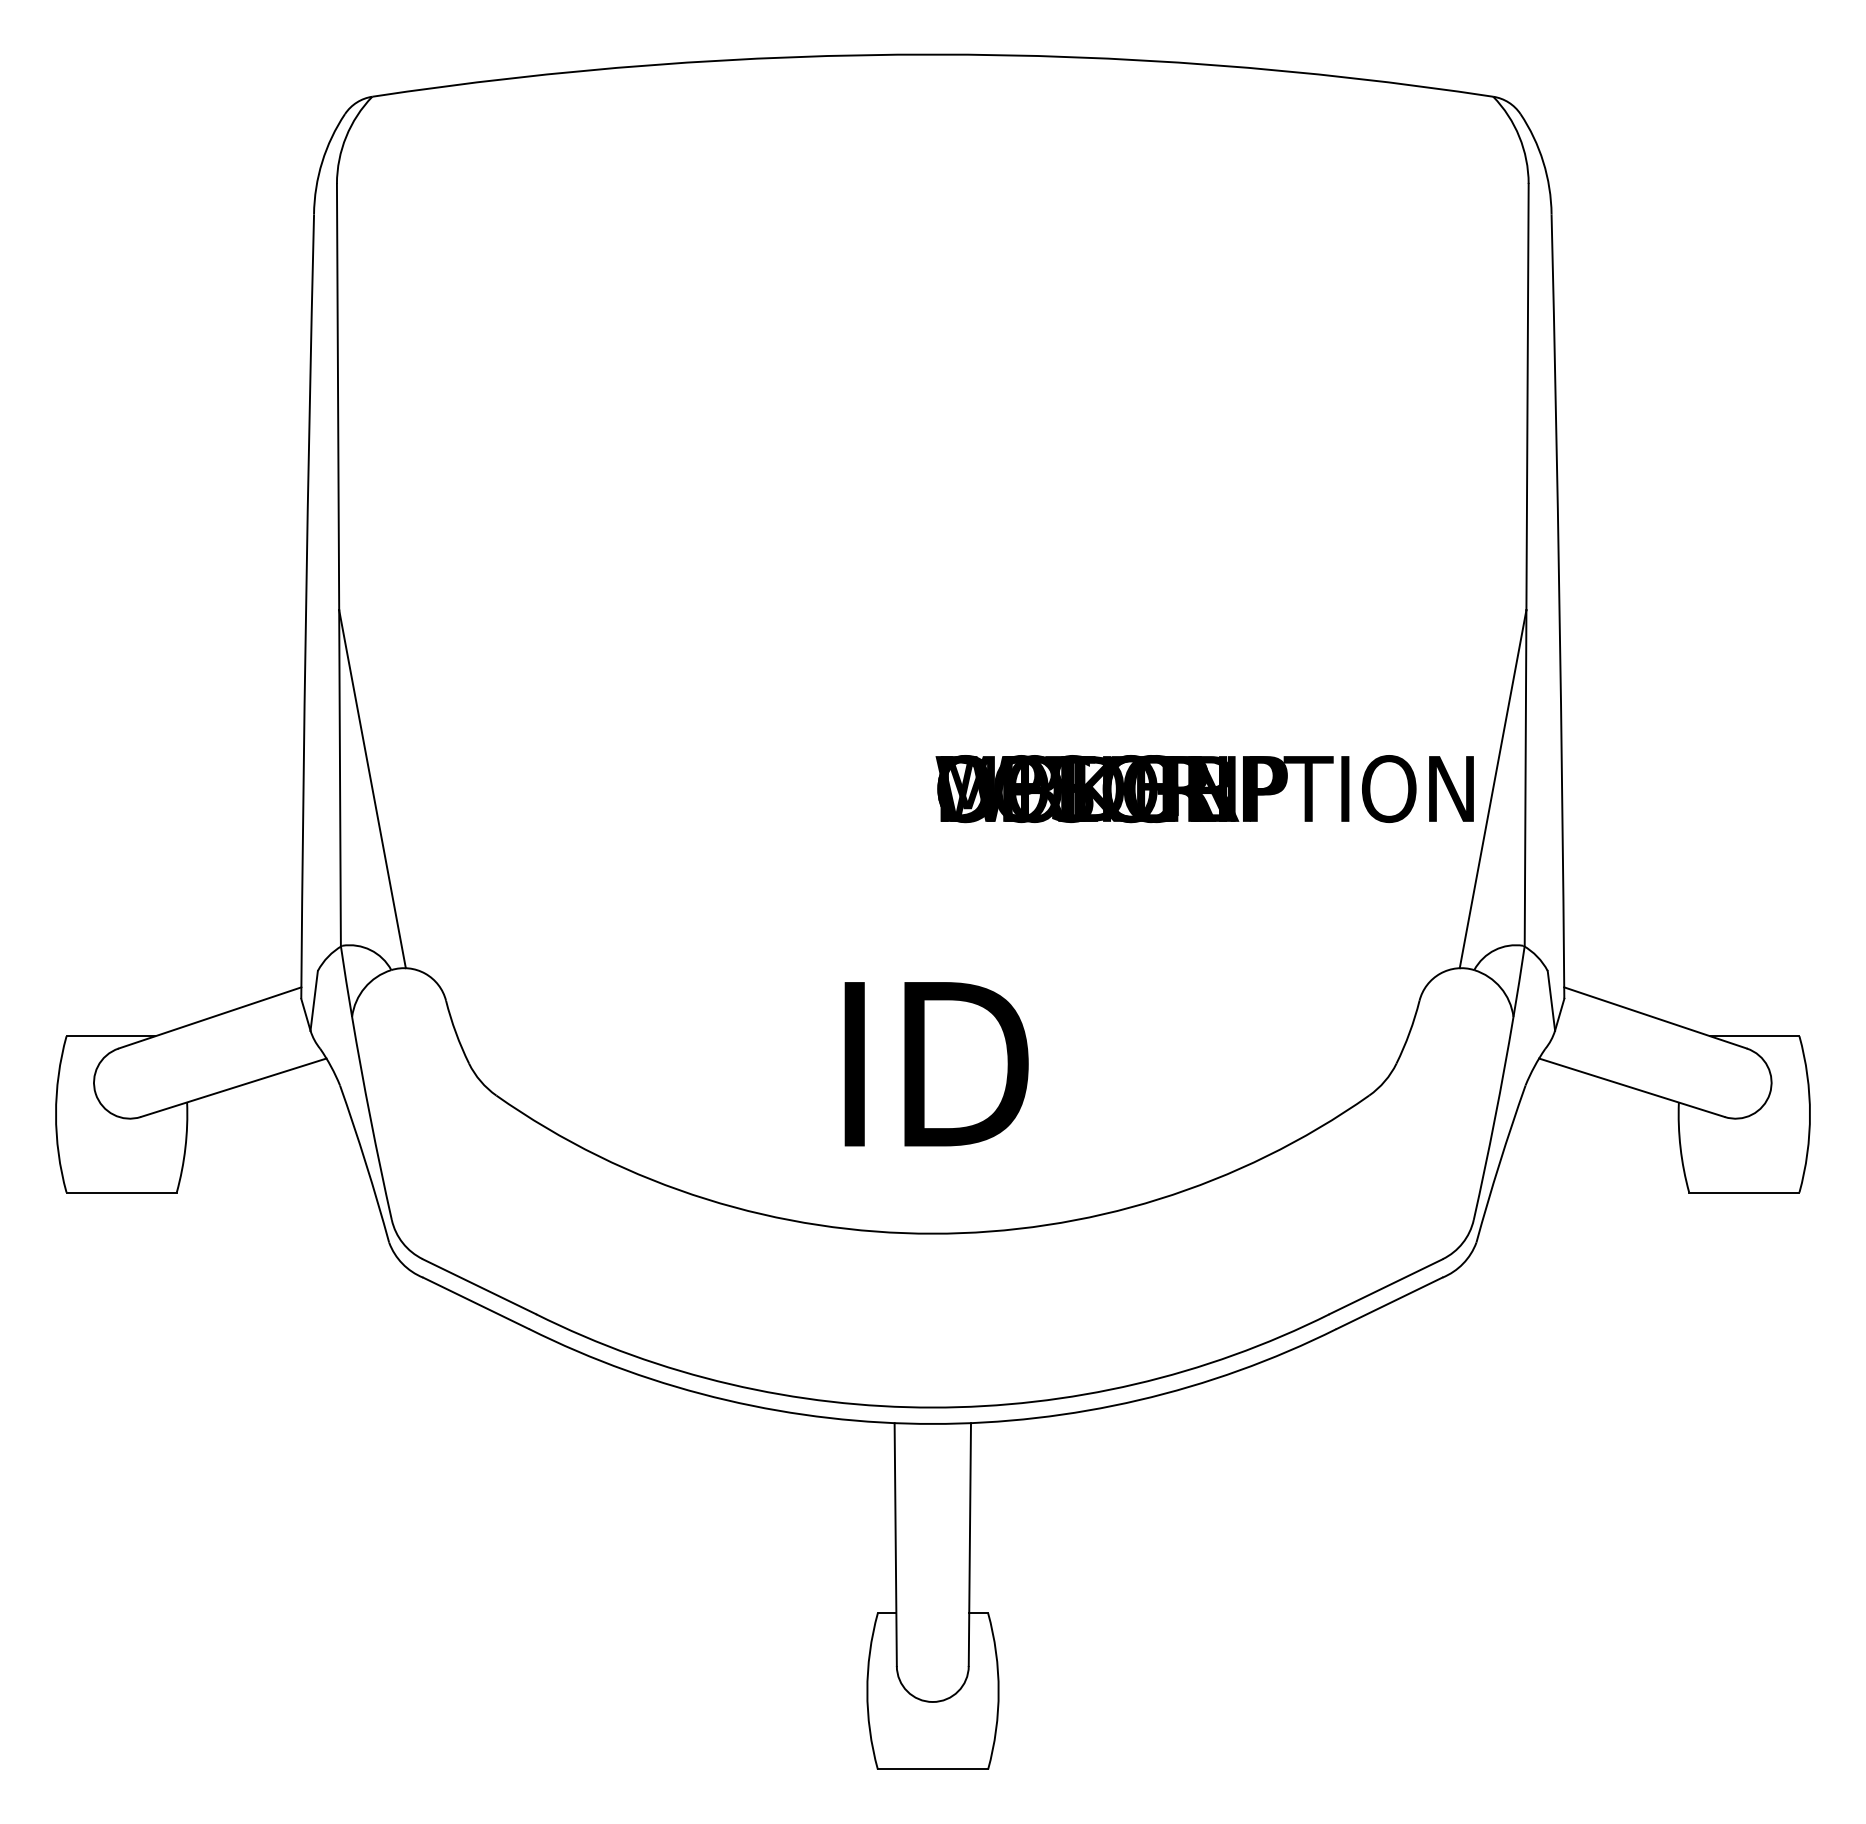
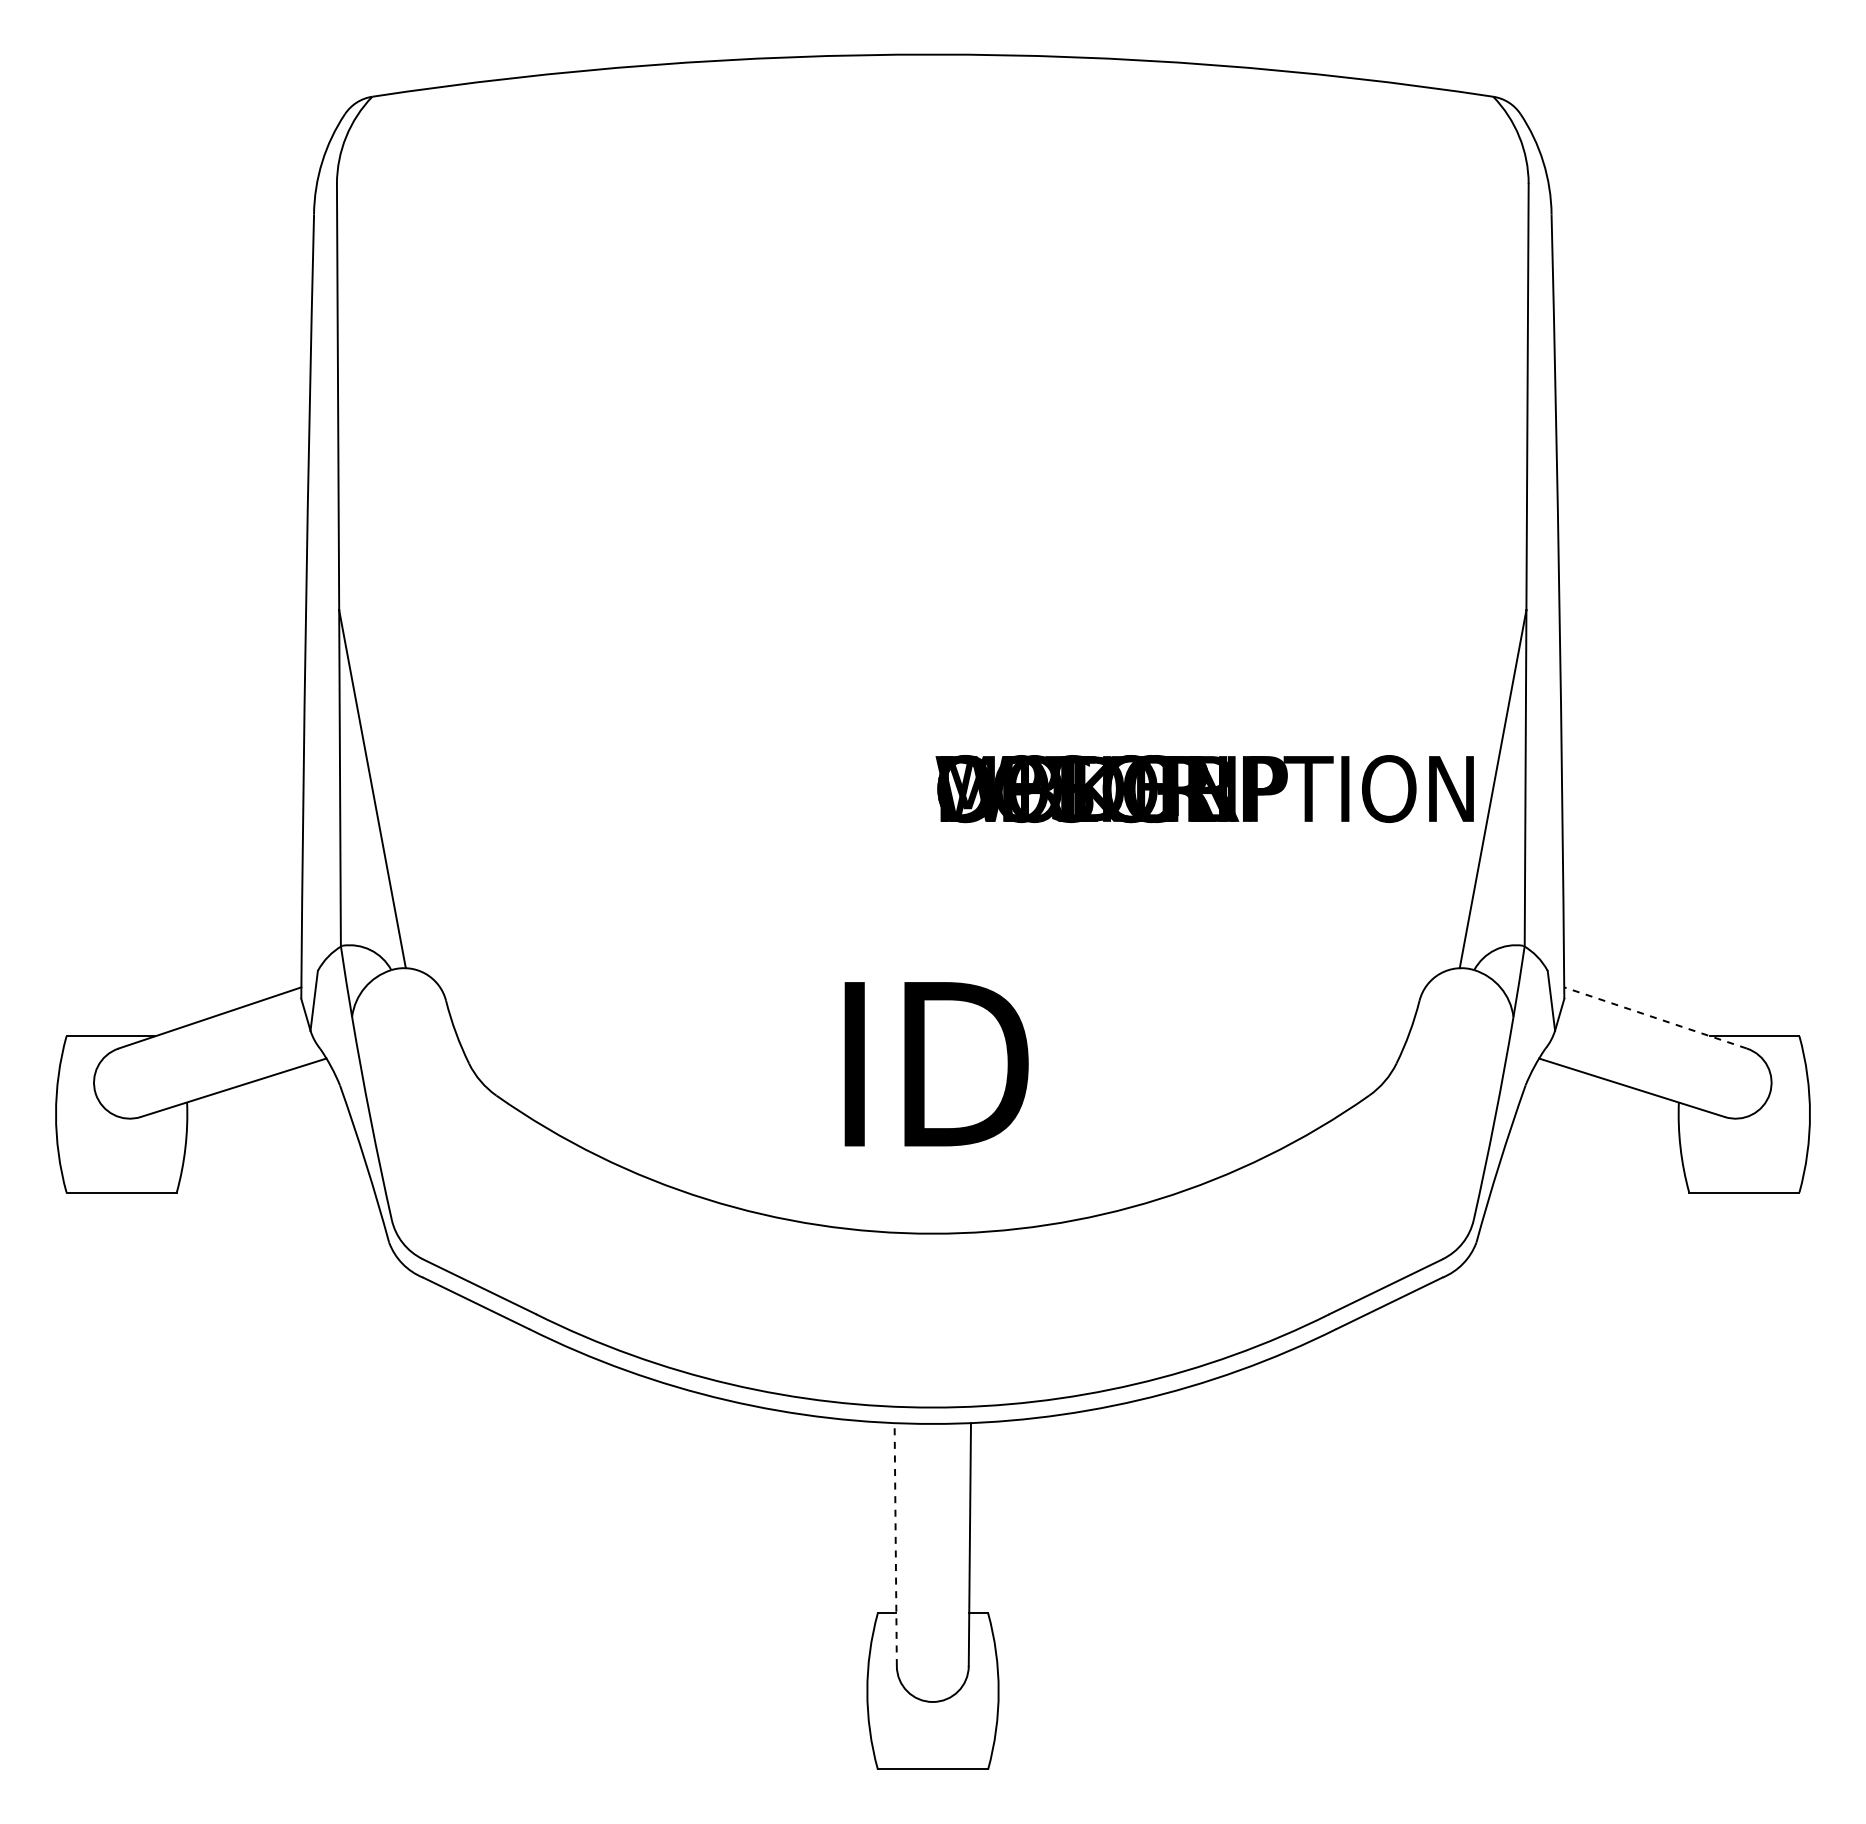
line at (1655, 1017): solid -> dashed
line at (895, 1544): solid -> dashed
